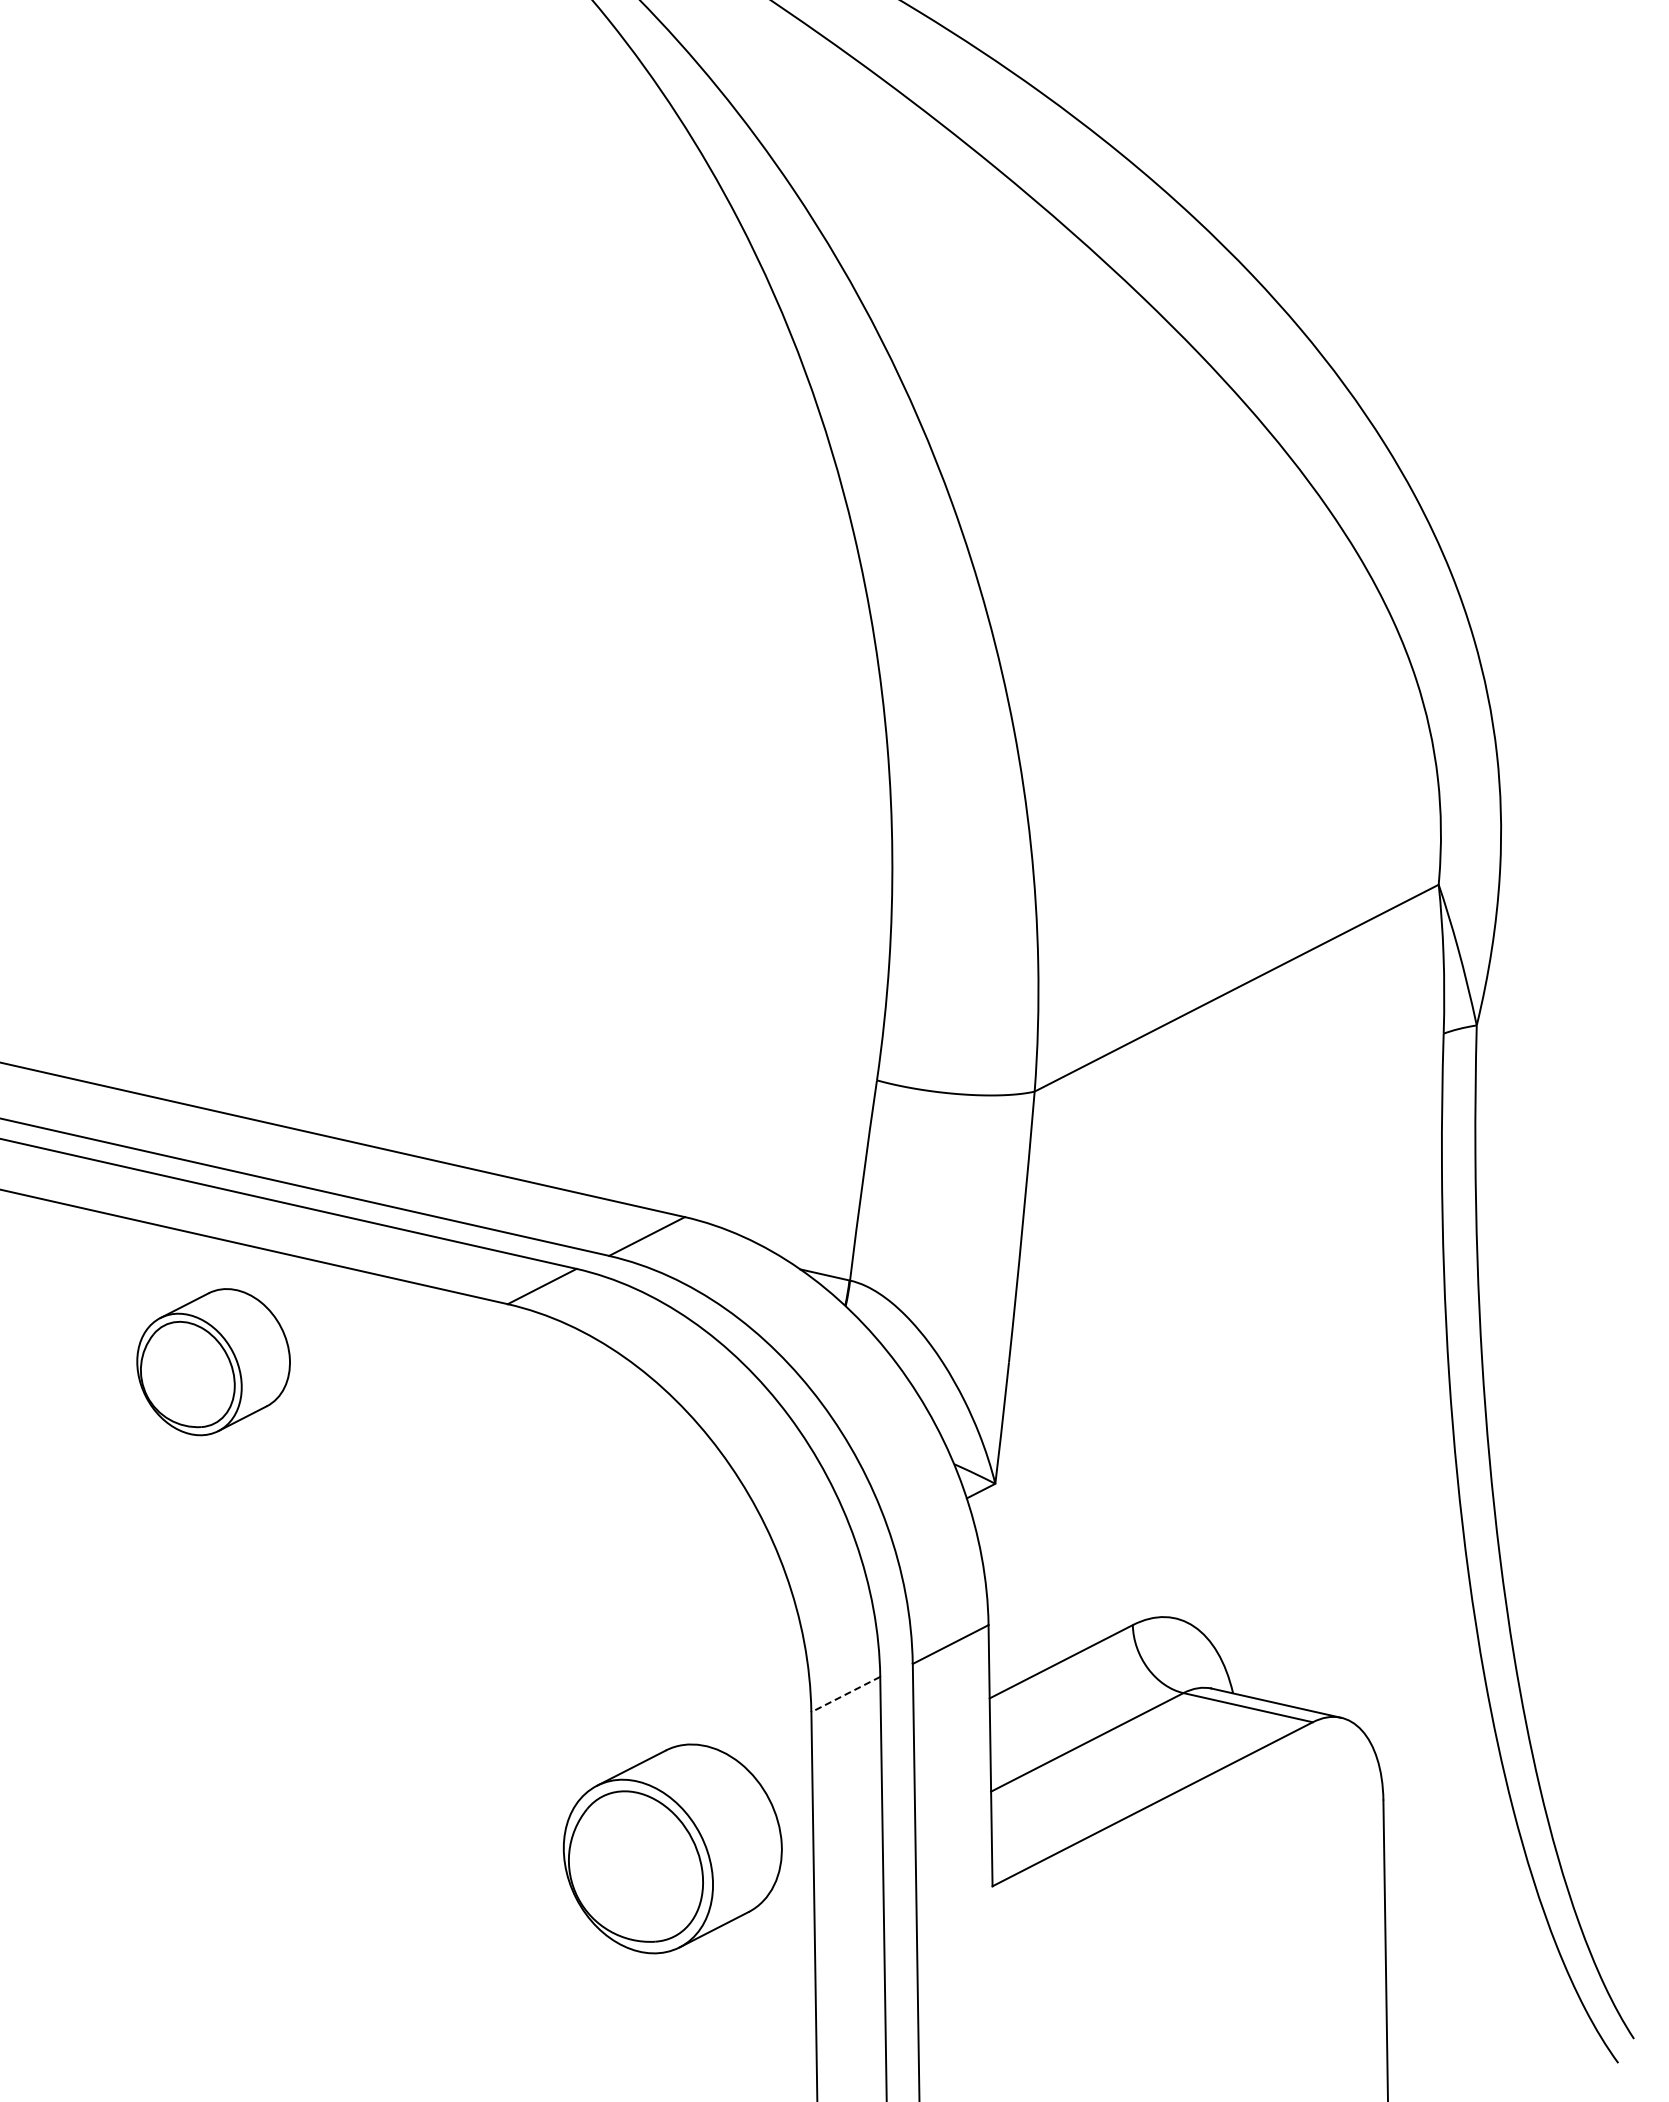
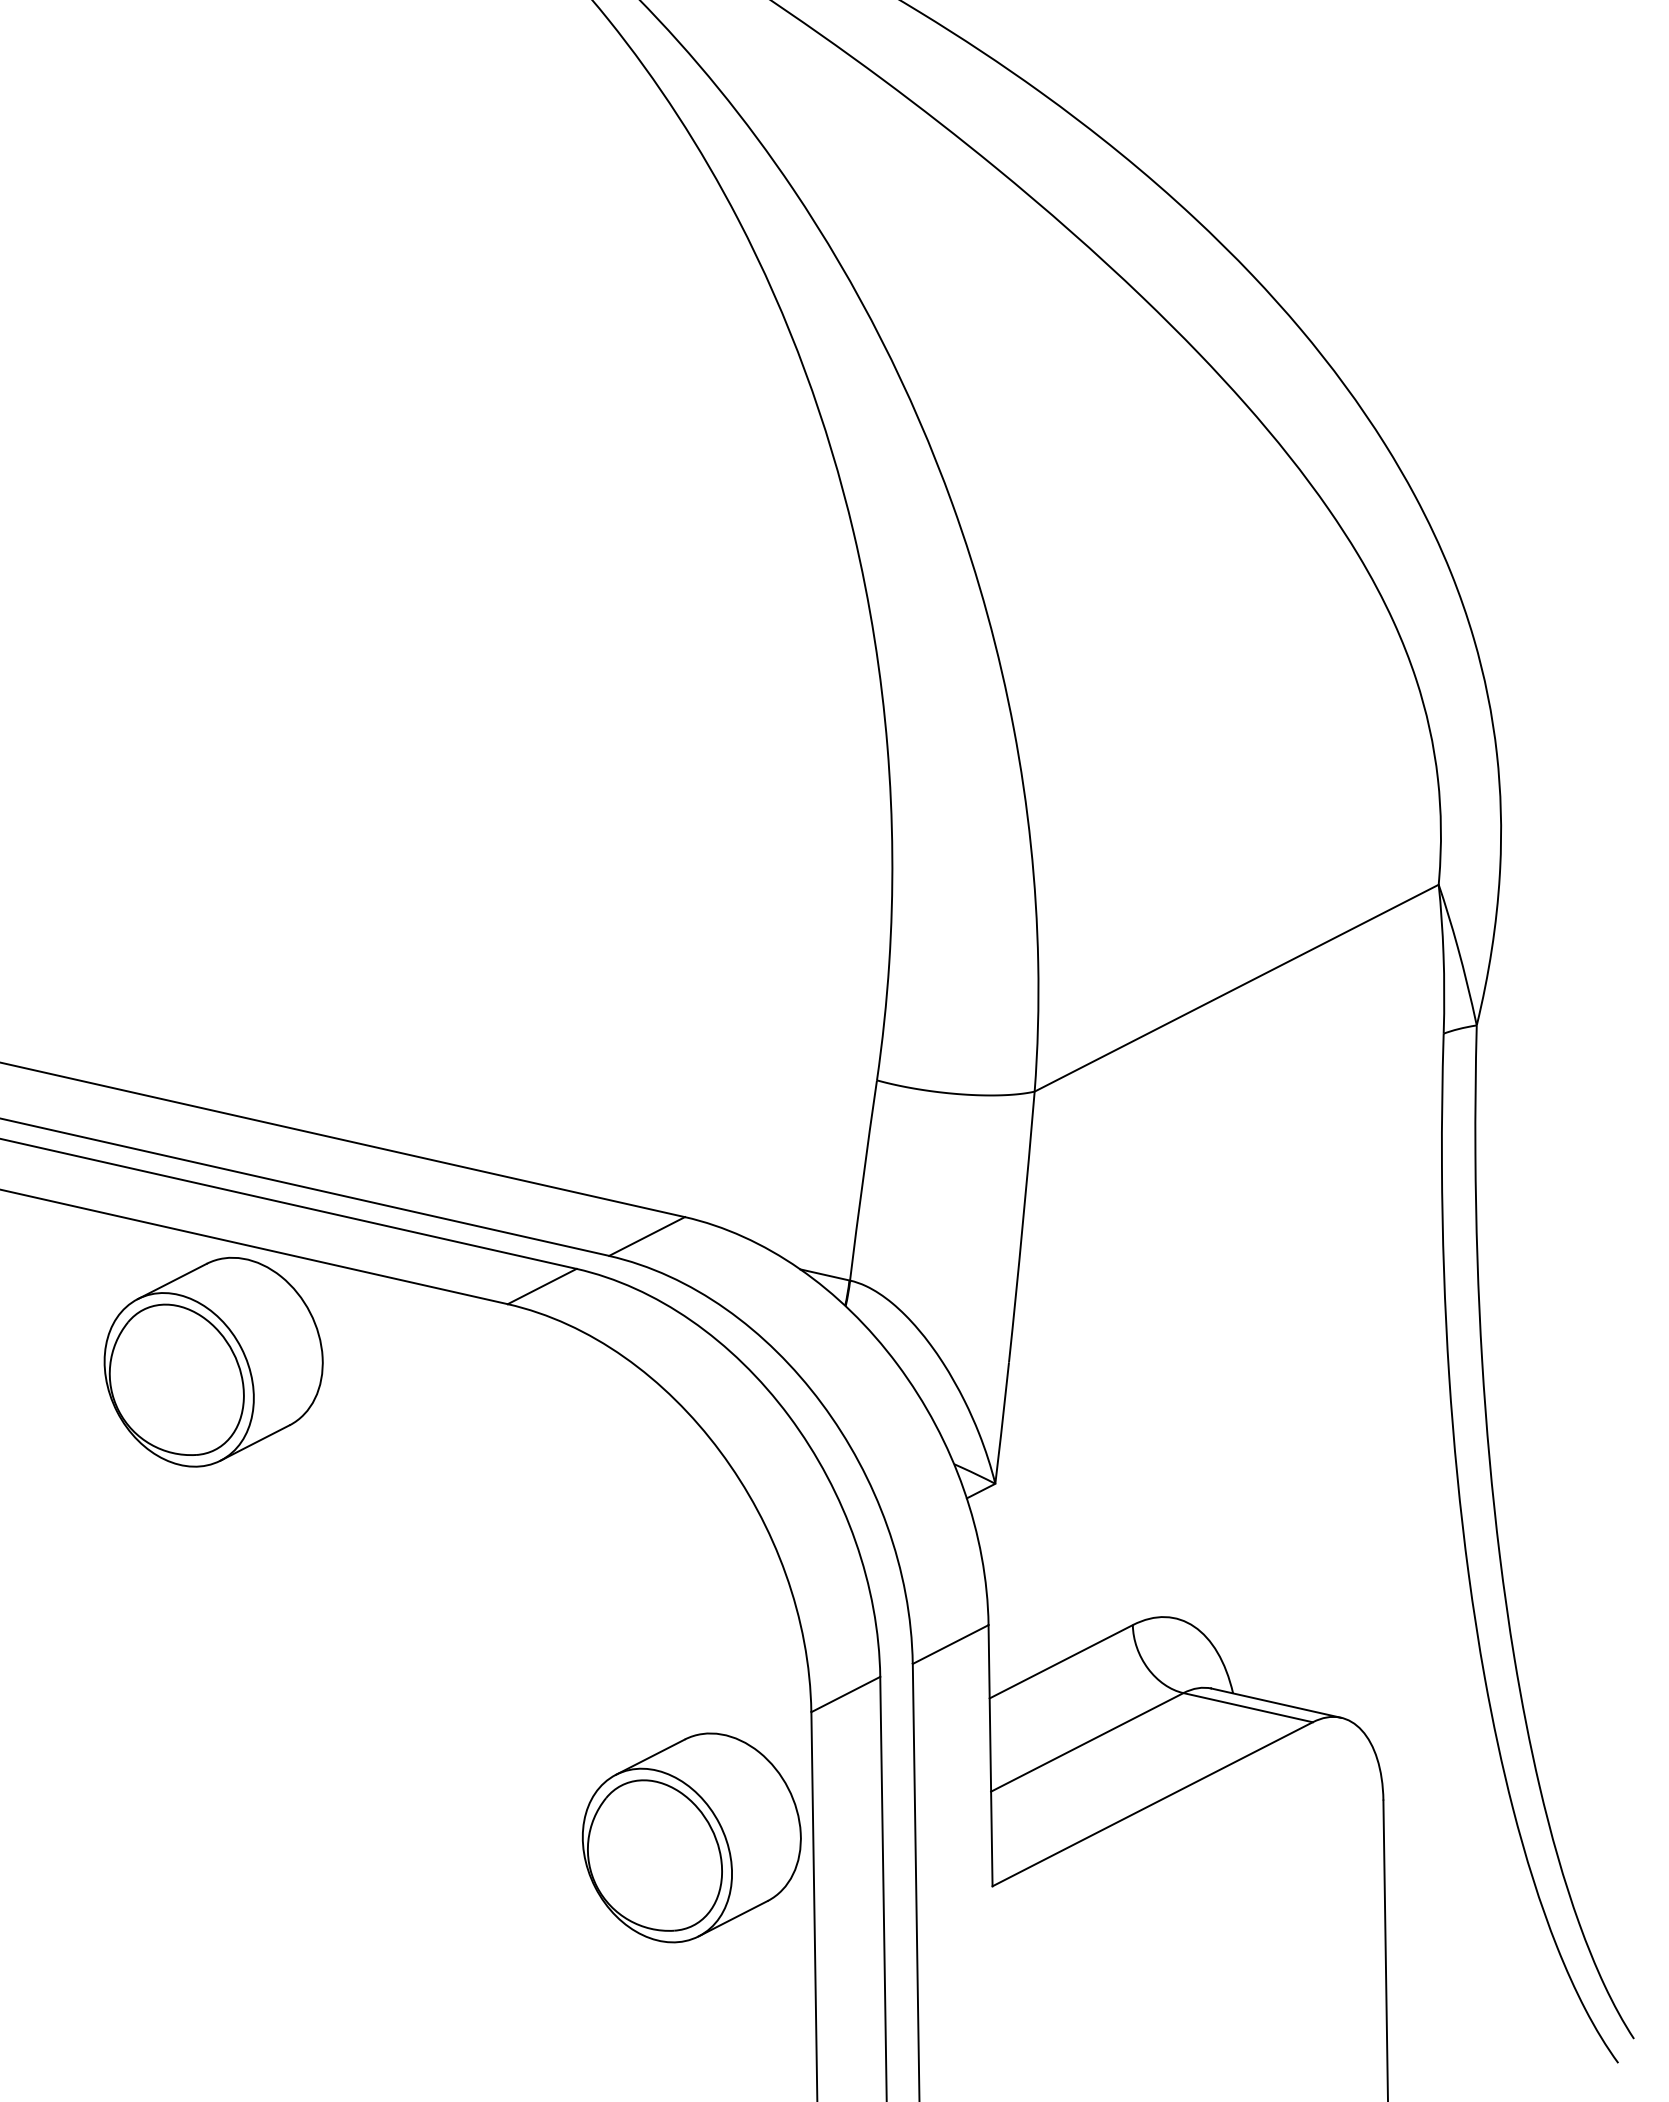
part at (213, 1362) size: 155x149 px -> 221x212 px
line at (845, 1694): dashed -> solid
part at (672, 1848) position: (672, 1848) -> (691, 1837)
